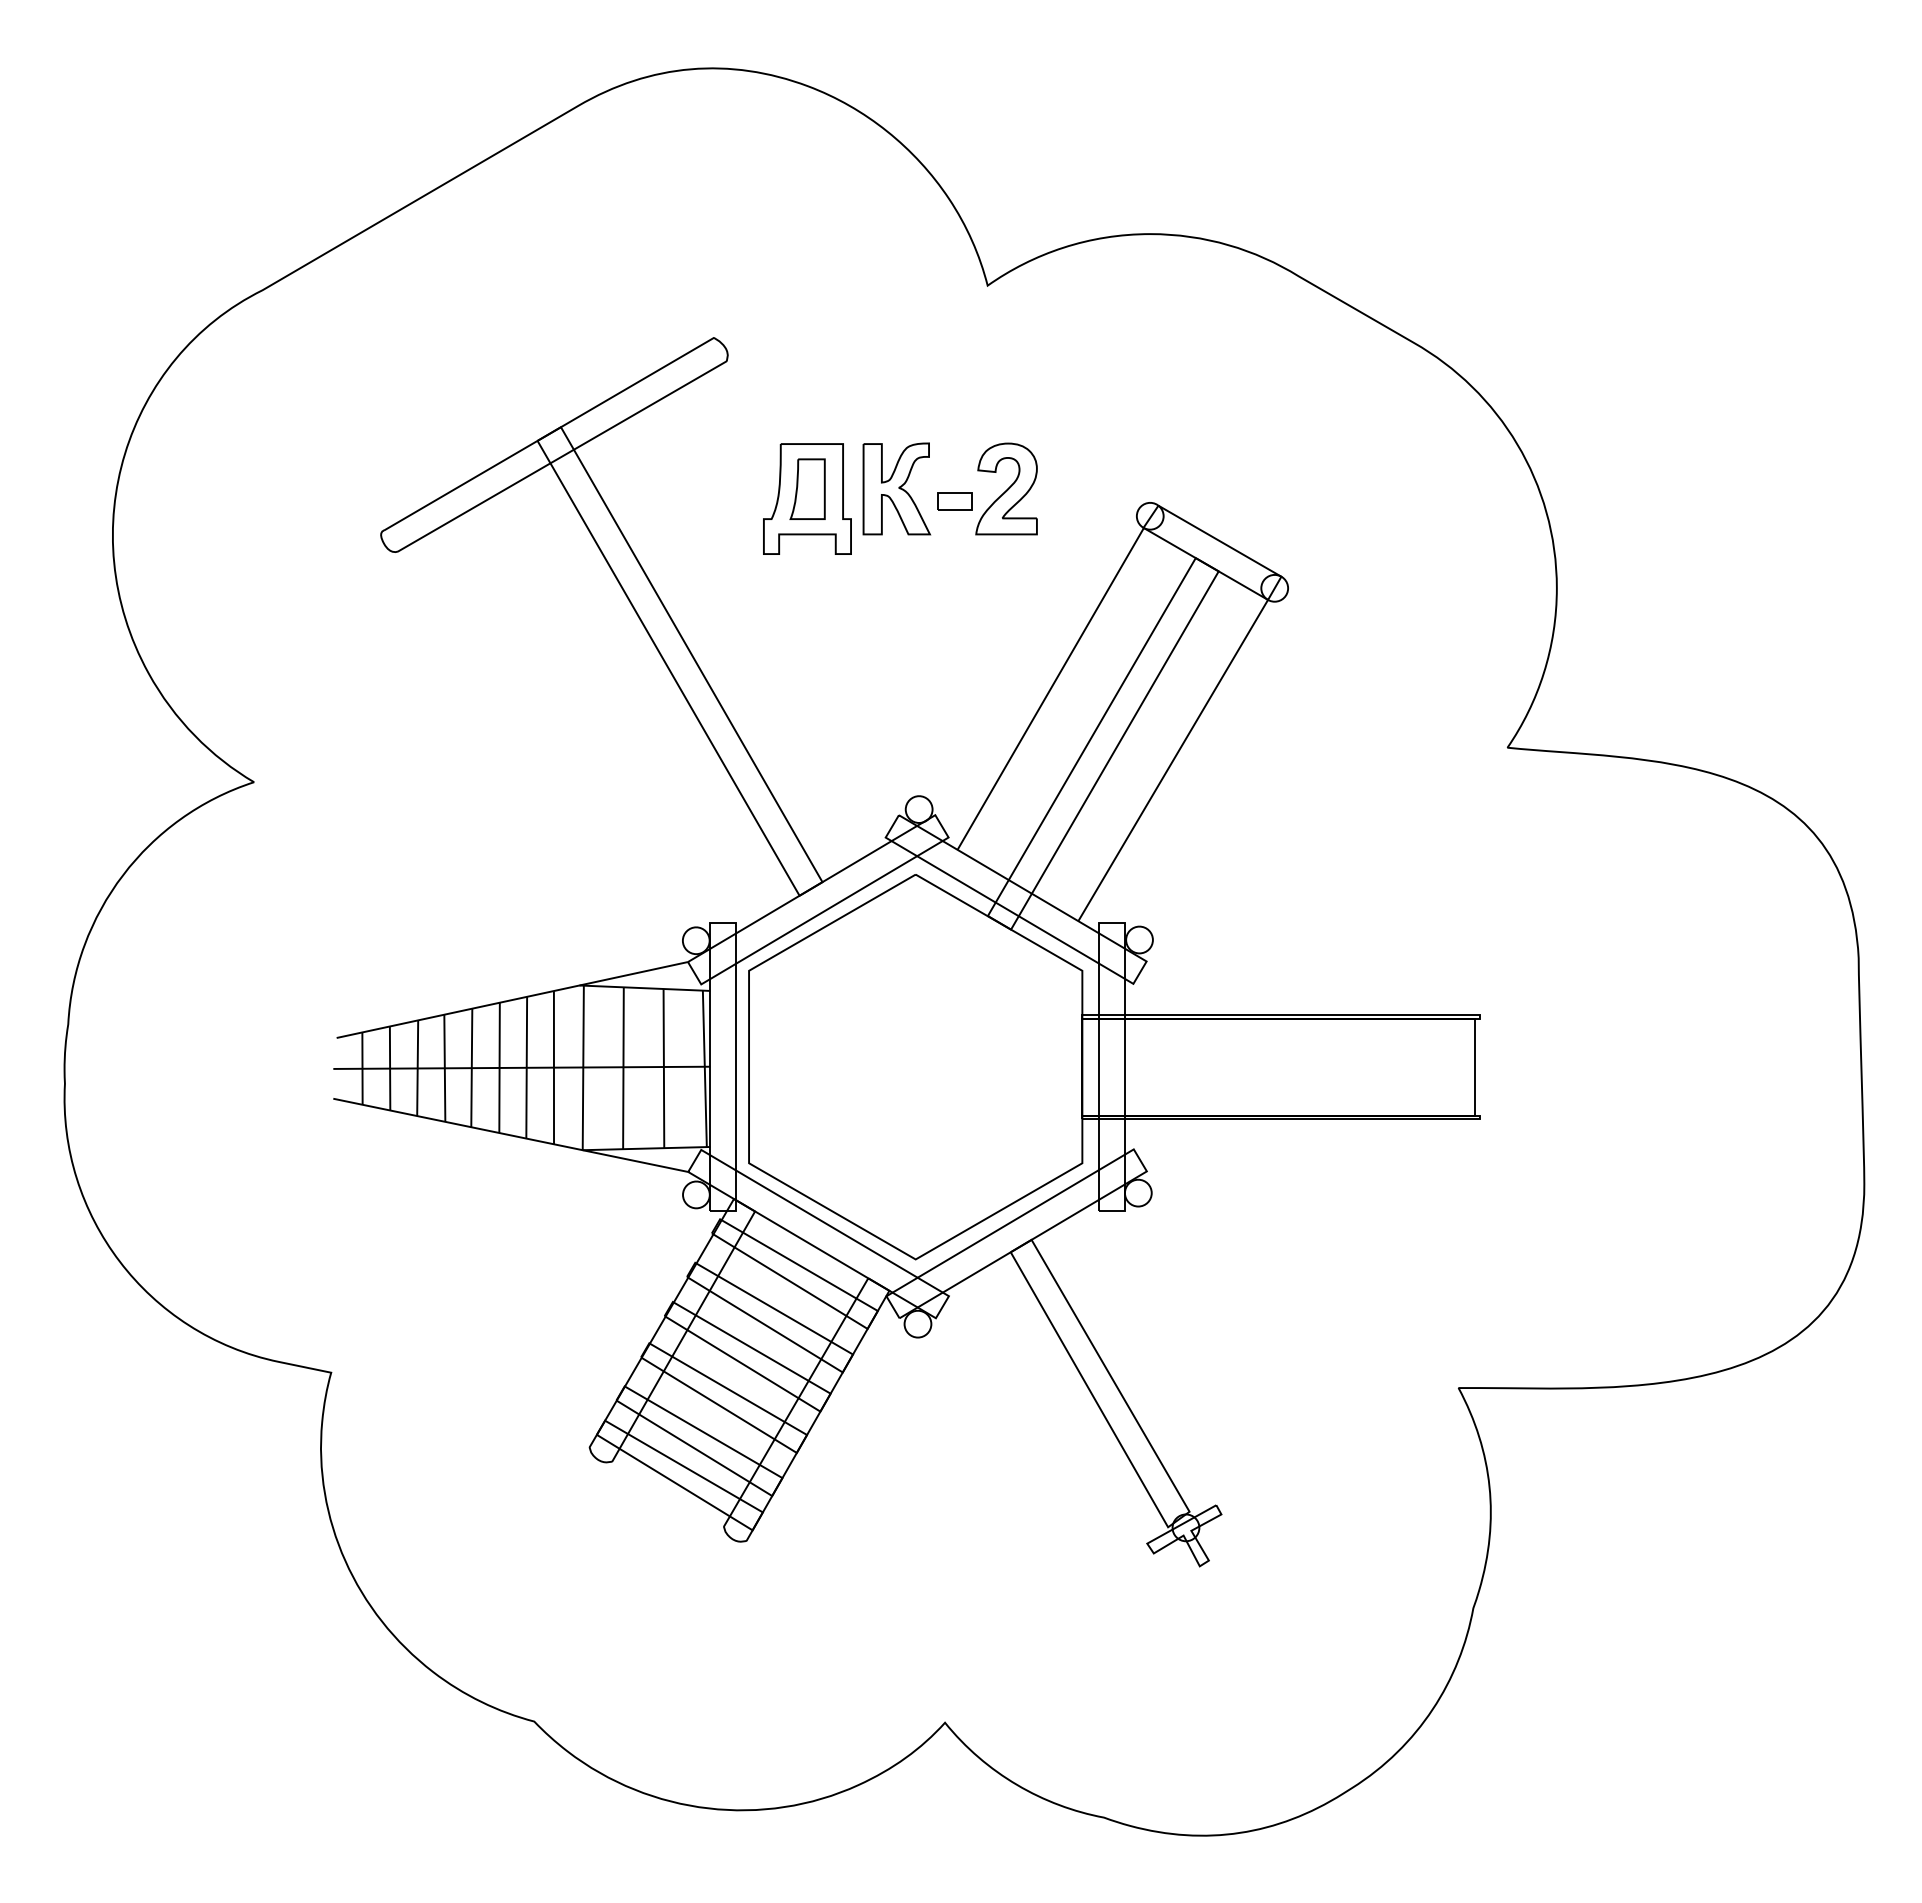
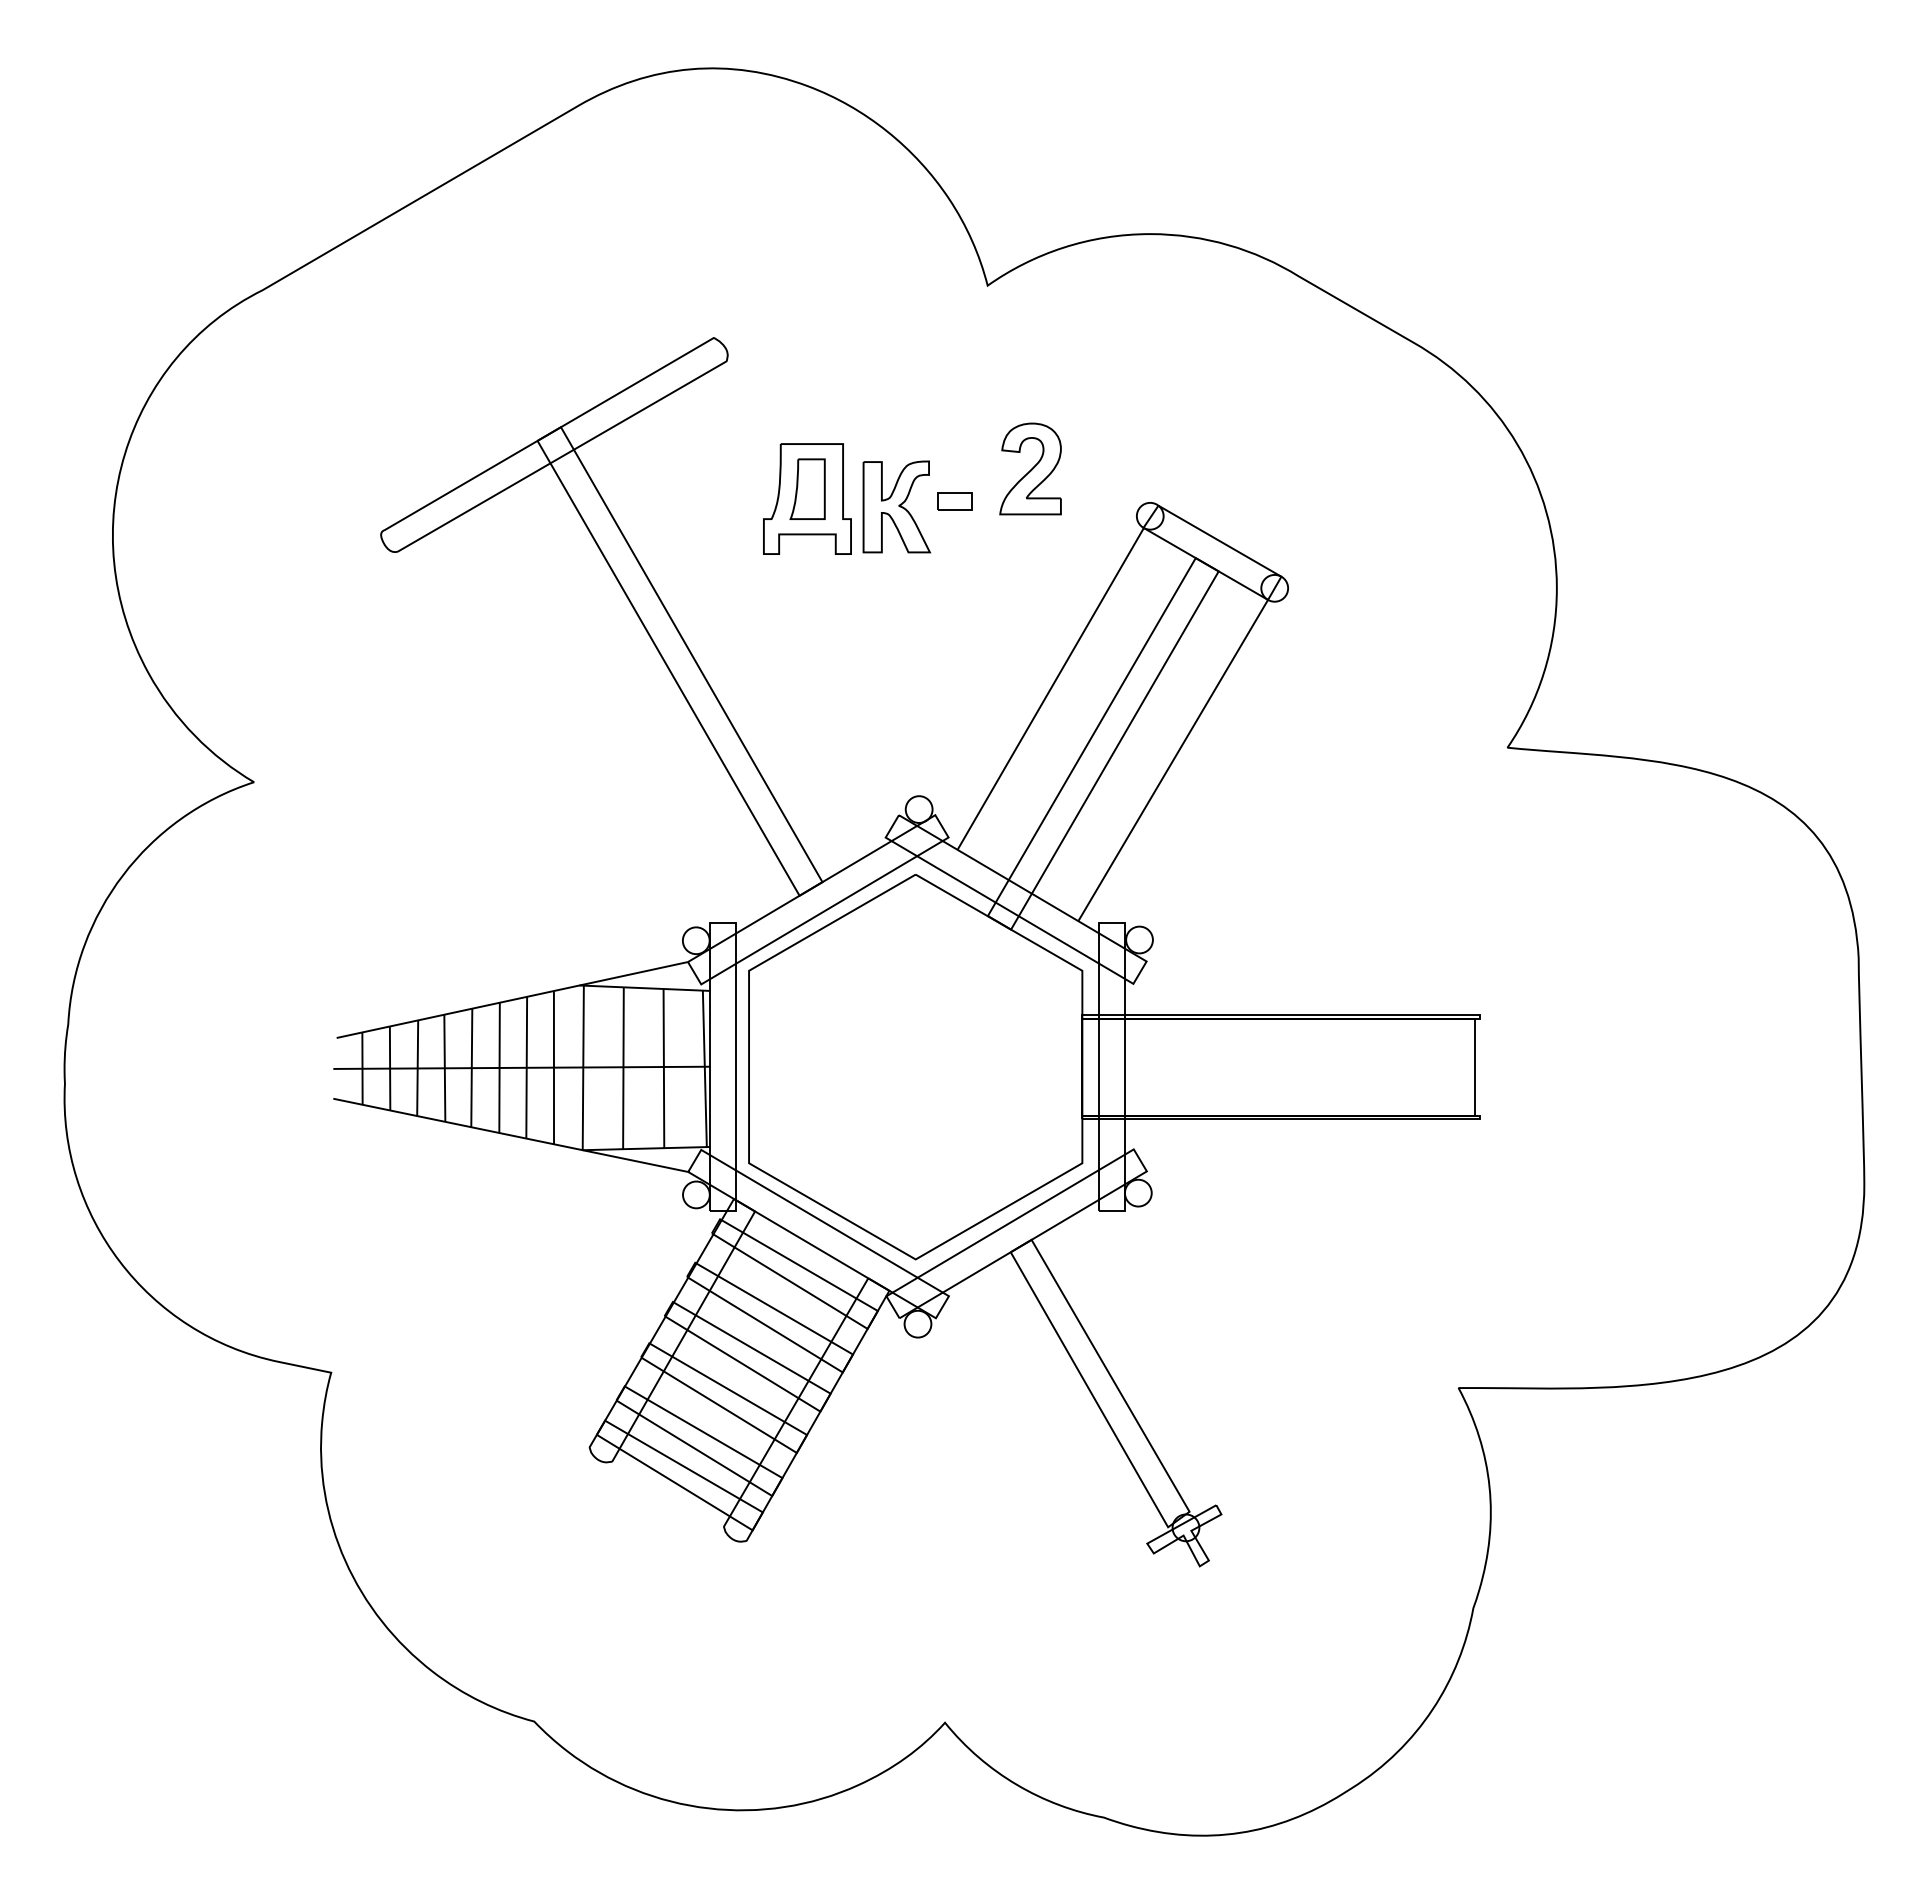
part at (896, 488) position: (896, 488) -> (896, 506)
part at (1006, 488) position: (1006, 488) -> (1030, 468)
